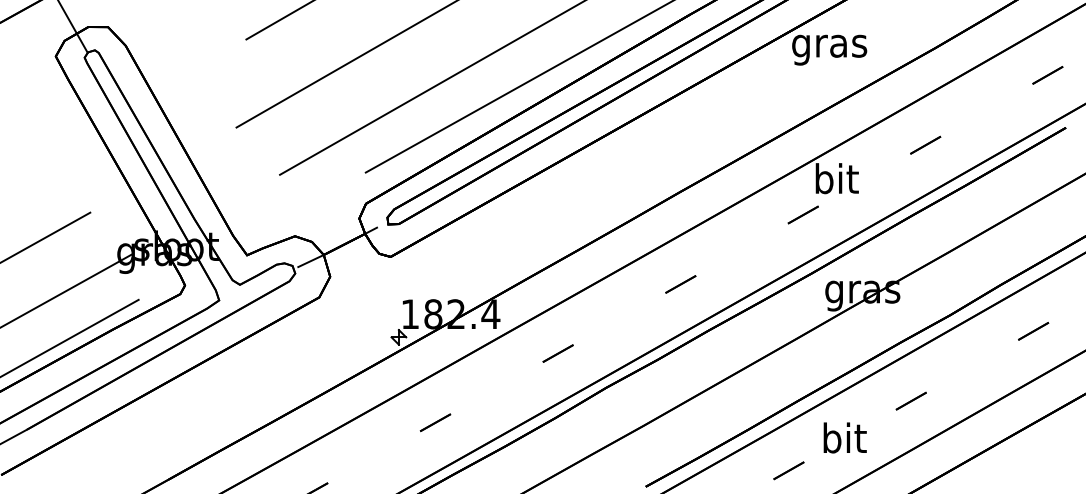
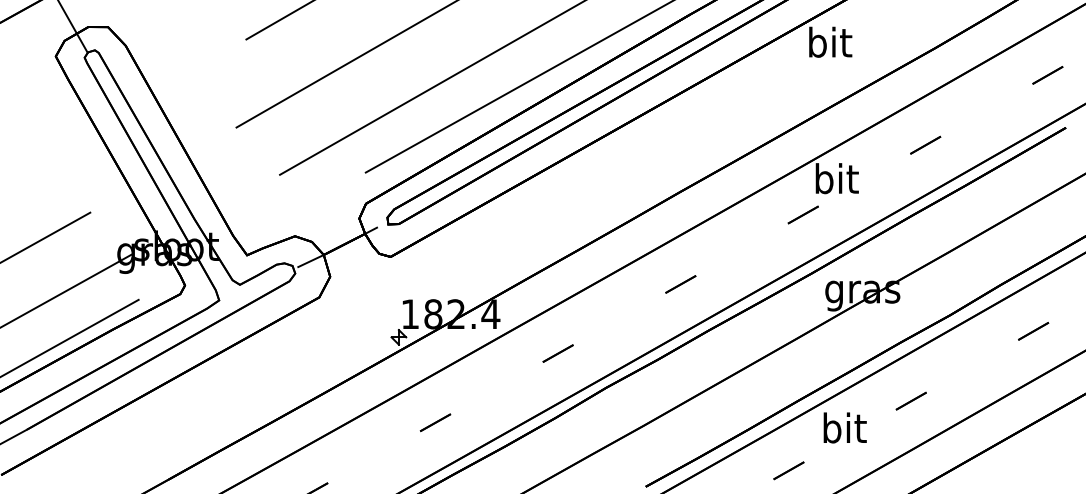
text at (829, 45): gras -> bit
text at (844, 437) position: (844, 437) -> (844, 427)
